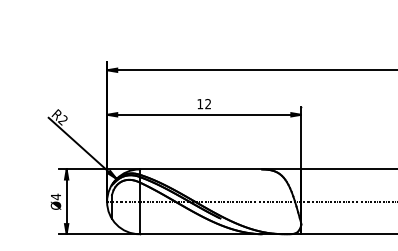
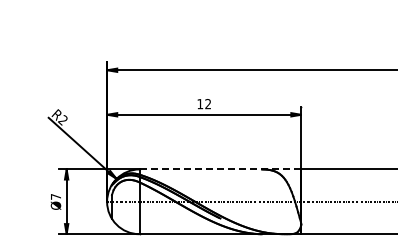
line at (220, 169): solid -> dashed
text at (55, 196): Ø4 -> Ø7
